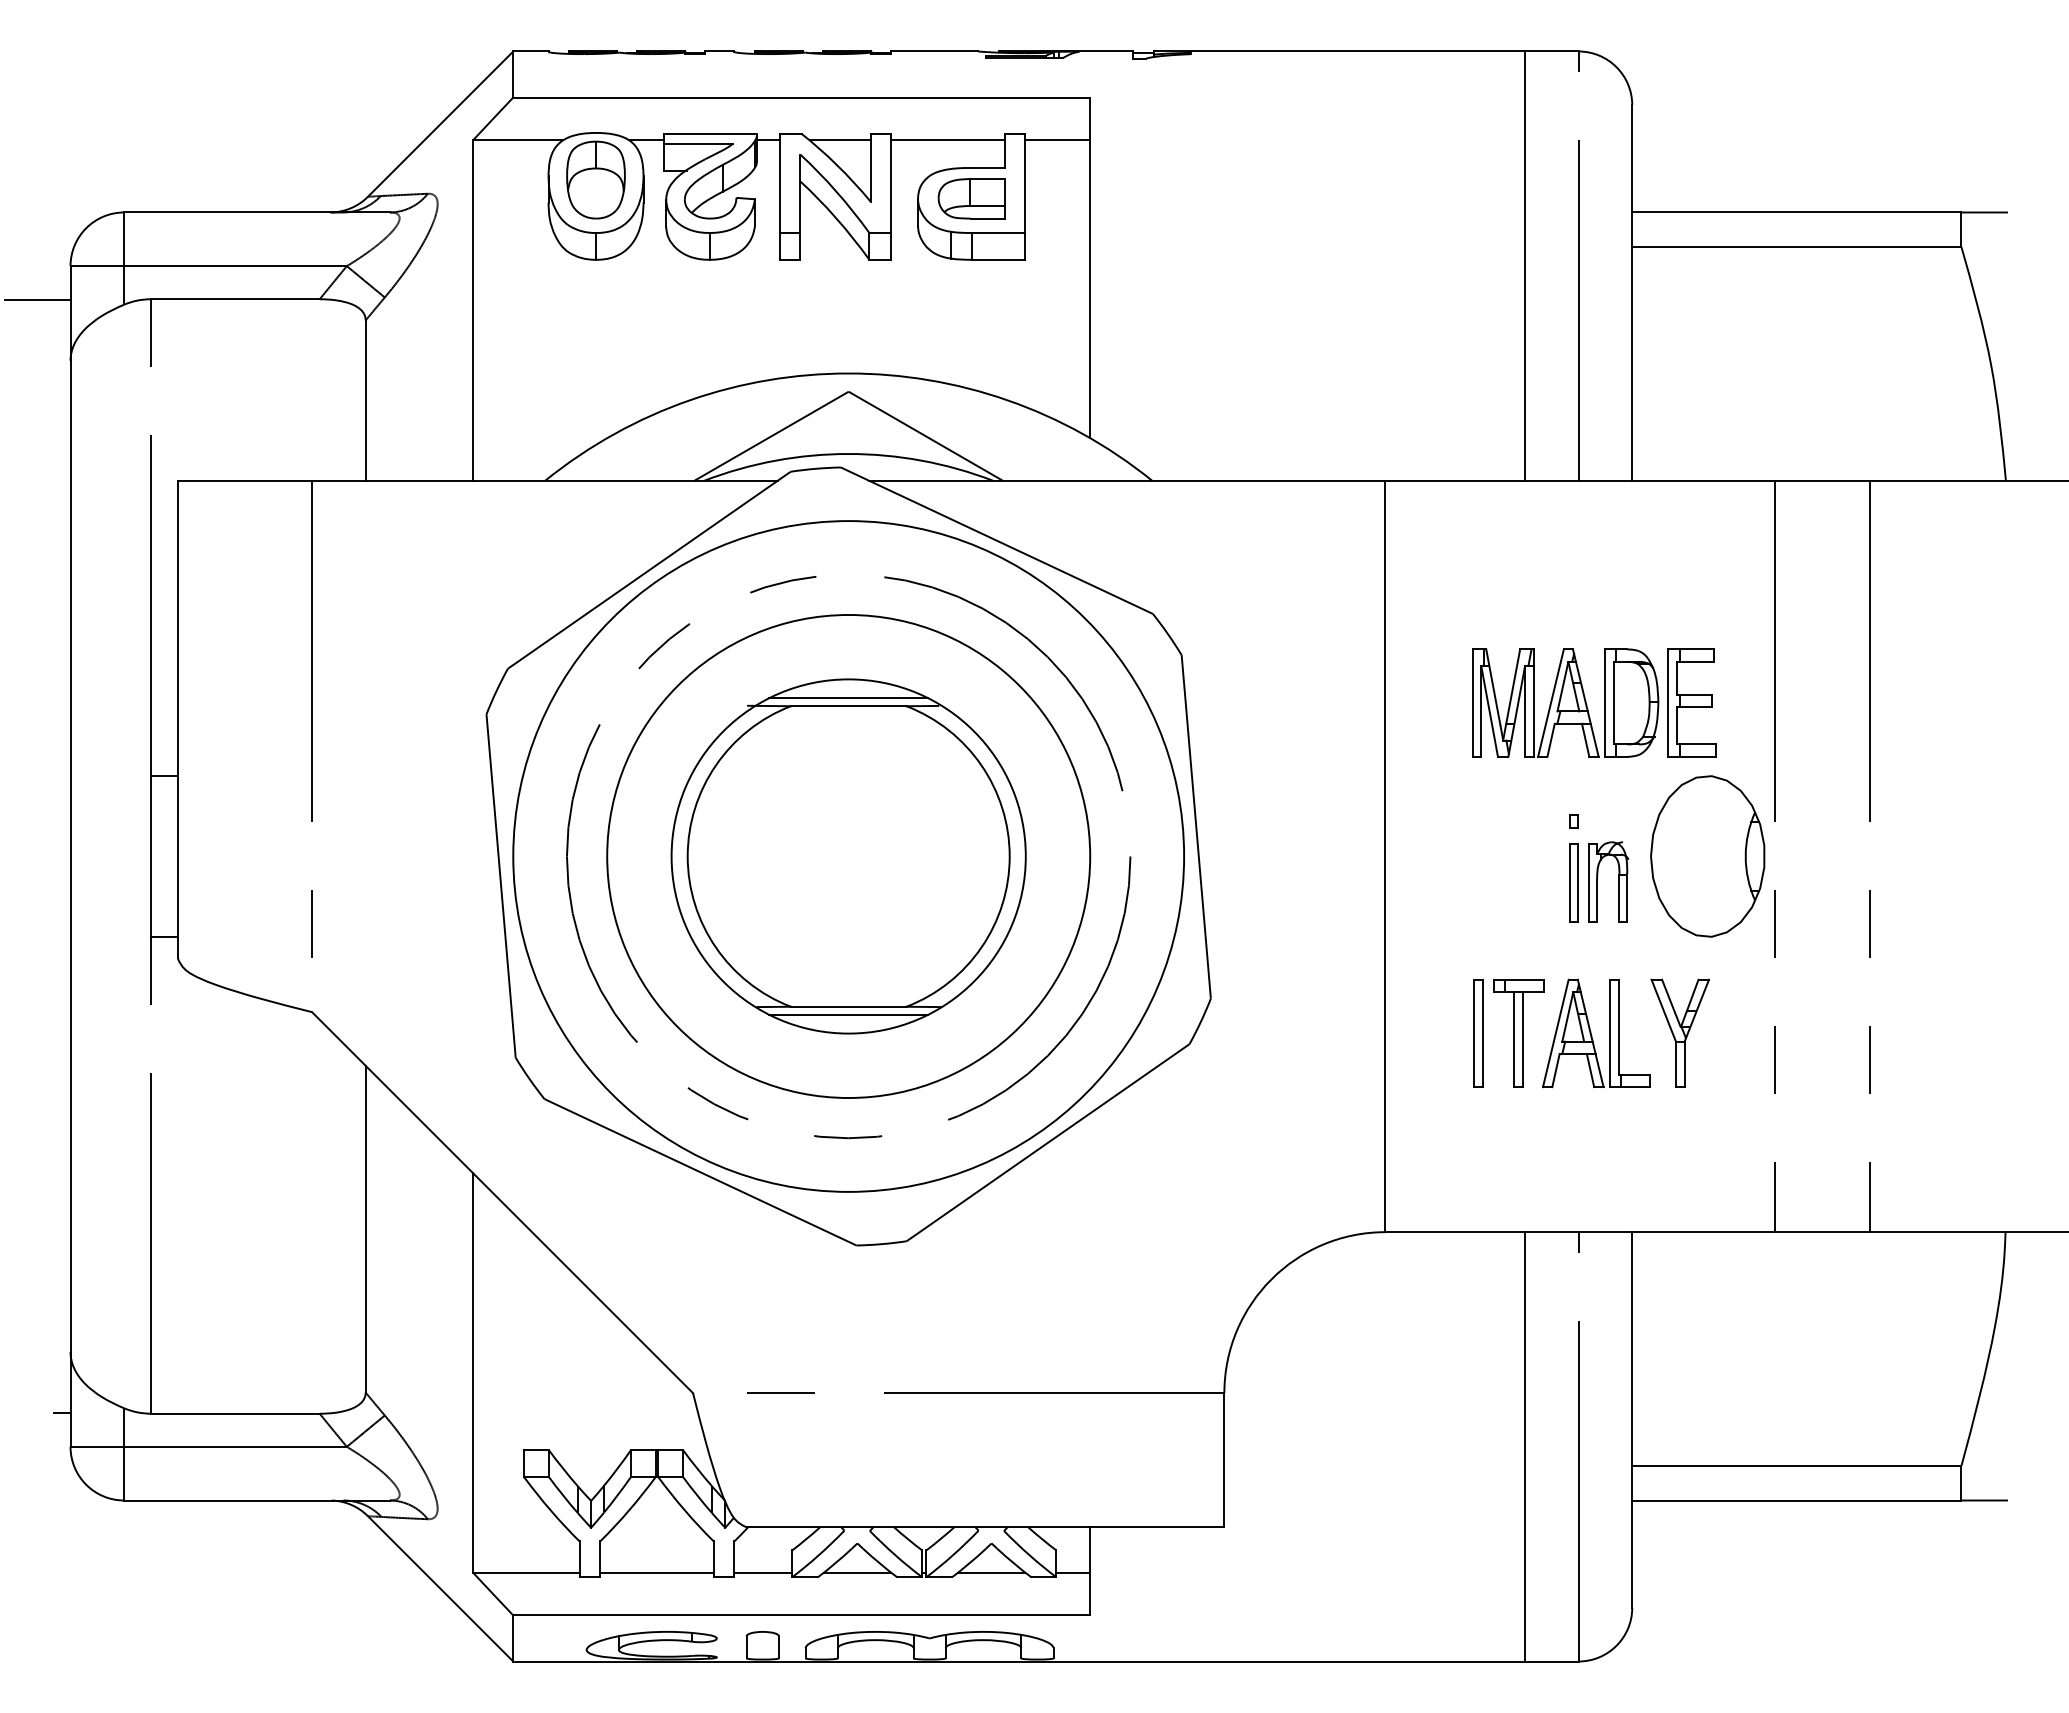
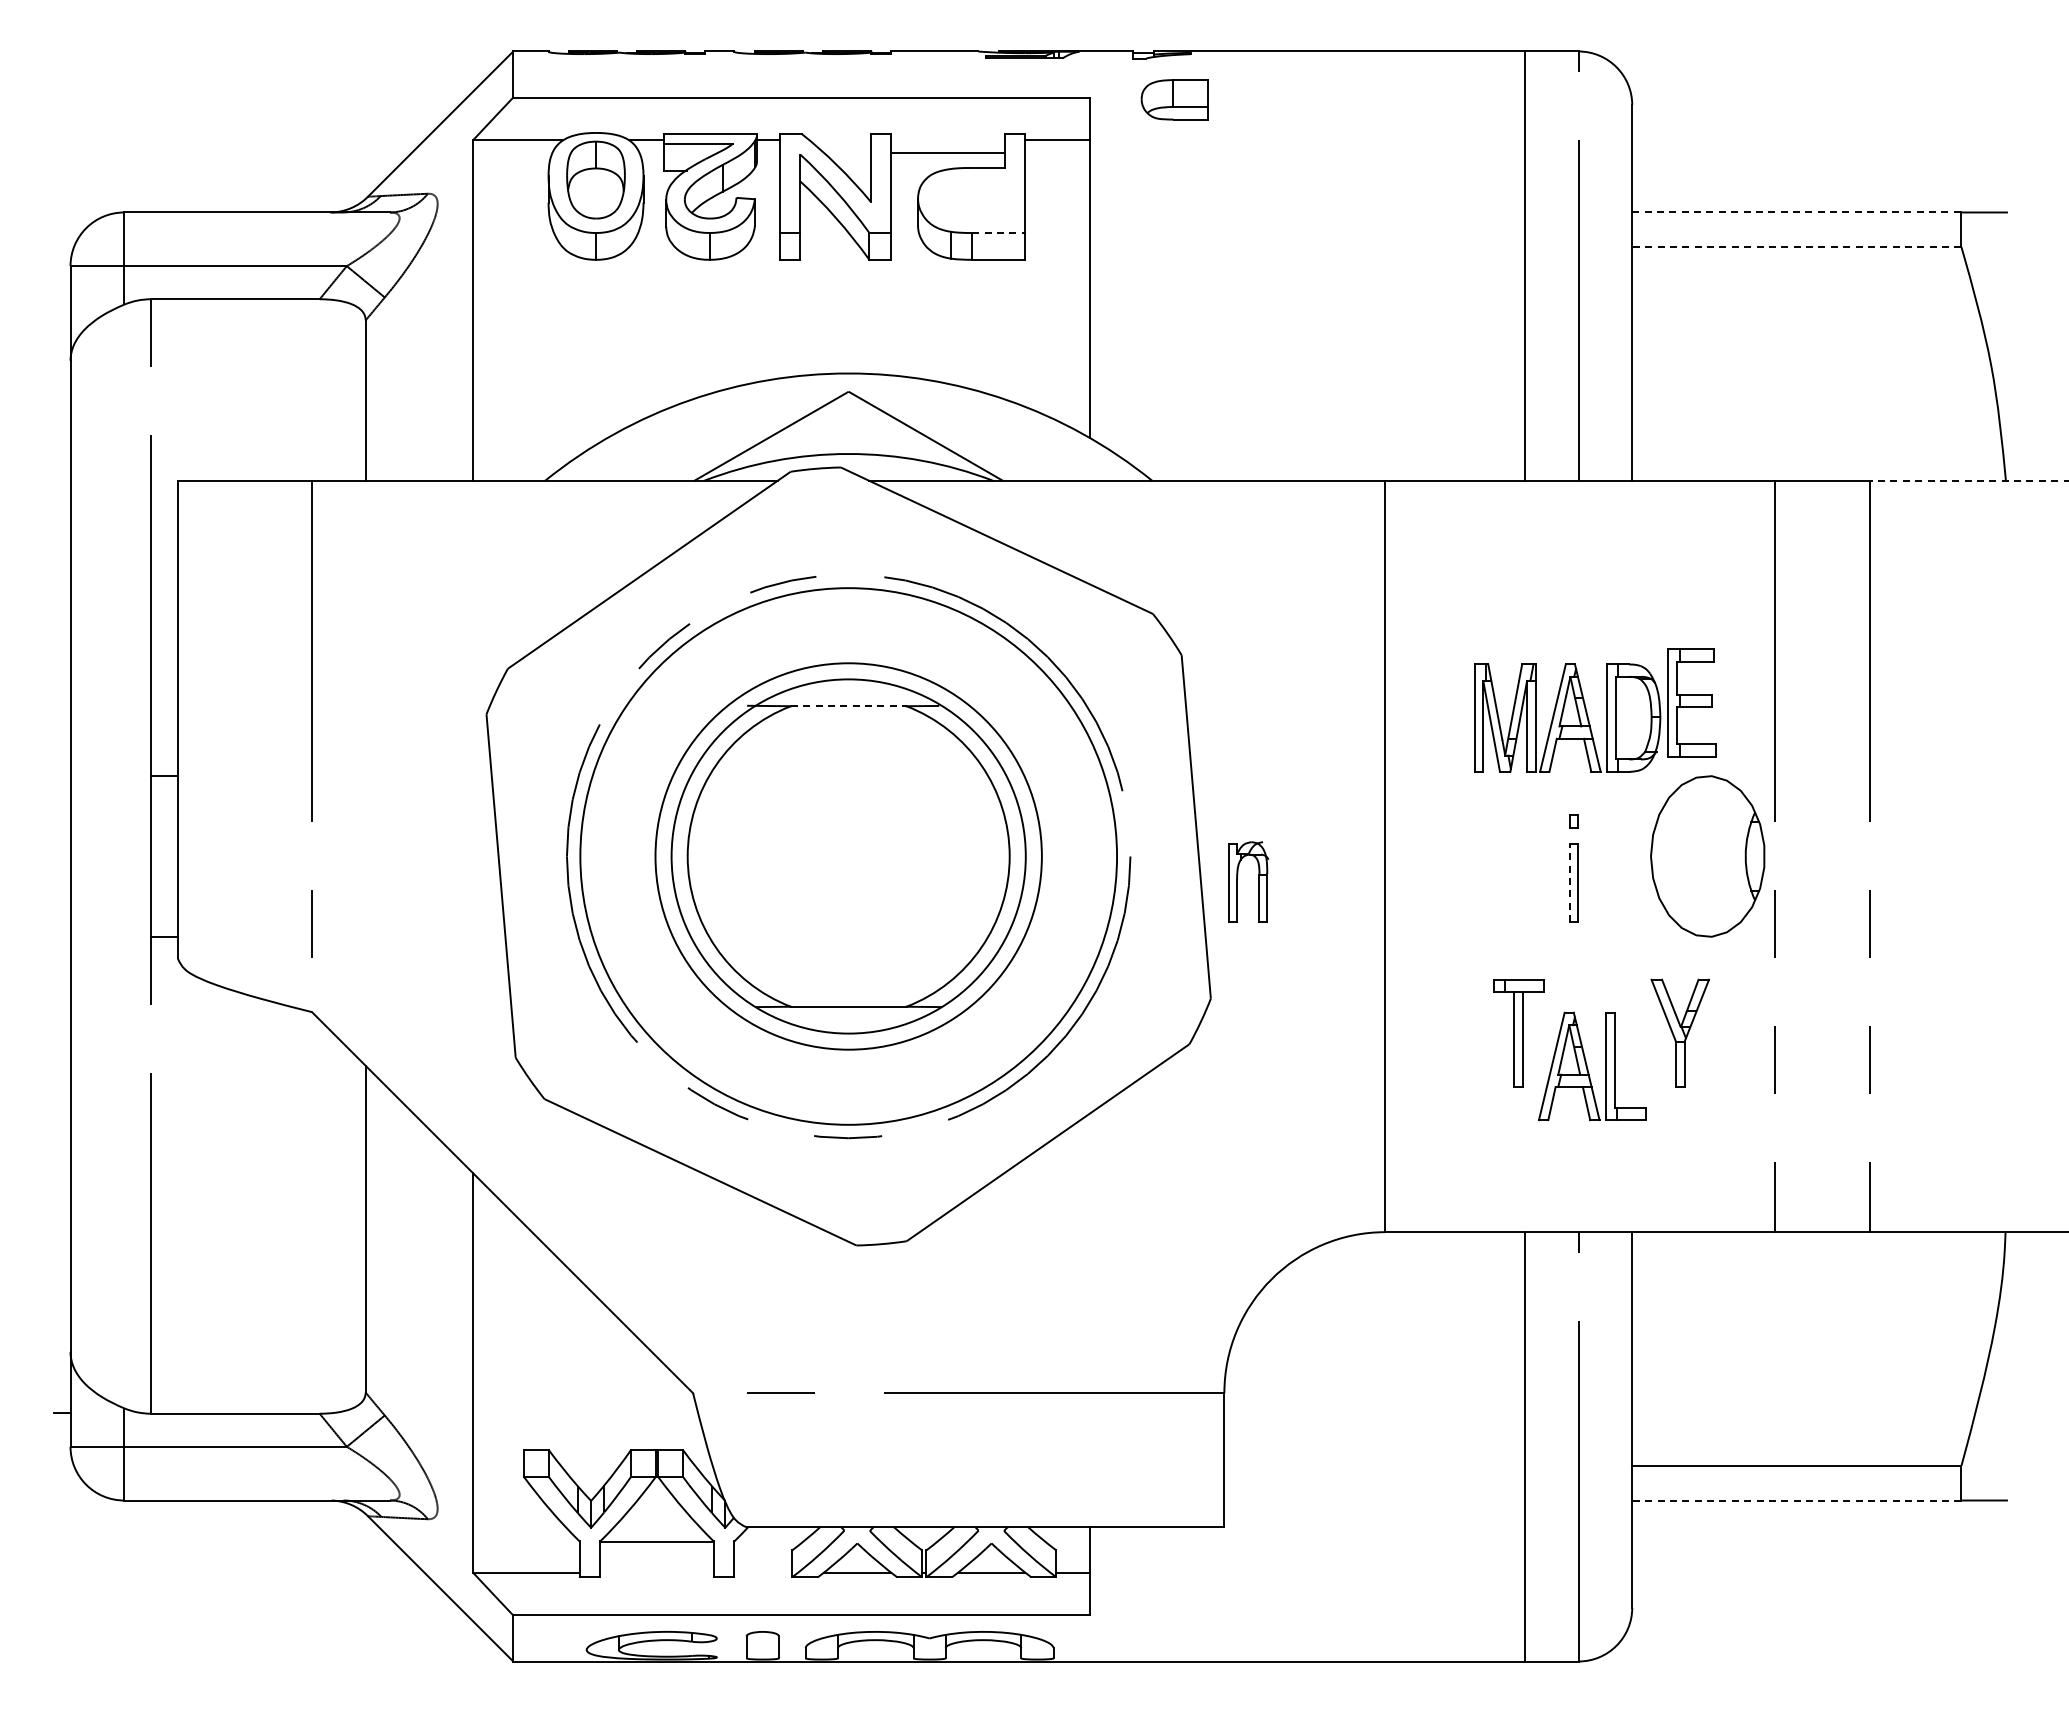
line at (839, 140): present -> none
line at (947, 140) position: (947, 140) -> (947, 153)
part at (971, 198) position: (971, 198) -> (1174, 99)
line at (1796, 212): solid -> dashed
line at (998, 232): solid -> dashed
line at (1796, 247): solid -> dashed
line at (37, 299): present -> none
line at (1969, 480): solid -> dashed
line at (848, 698): present -> none
part at (1565, 702) position: (1565, 702) -> (1567, 717)
line at (848, 706): solid -> dashed
circle at (848, 856) diameter: 483 px -> 386 px
circle at (848, 856) diameter: 671 px -> 537 px
part at (1618, 881) position: (1618, 881) -> (1258, 881)
line at (1569, 882): solid -> dashed
line at (848, 1014): present -> none
part at (1478, 1033): present -> none
part at (1596, 1033) position: (1596, 1033) -> (1592, 1066)
line at (1796, 1500): solid -> dashed
line at (656, 1572) position: (656, 1572) -> (656, 1541)
line at (763, 1572): present -> none
